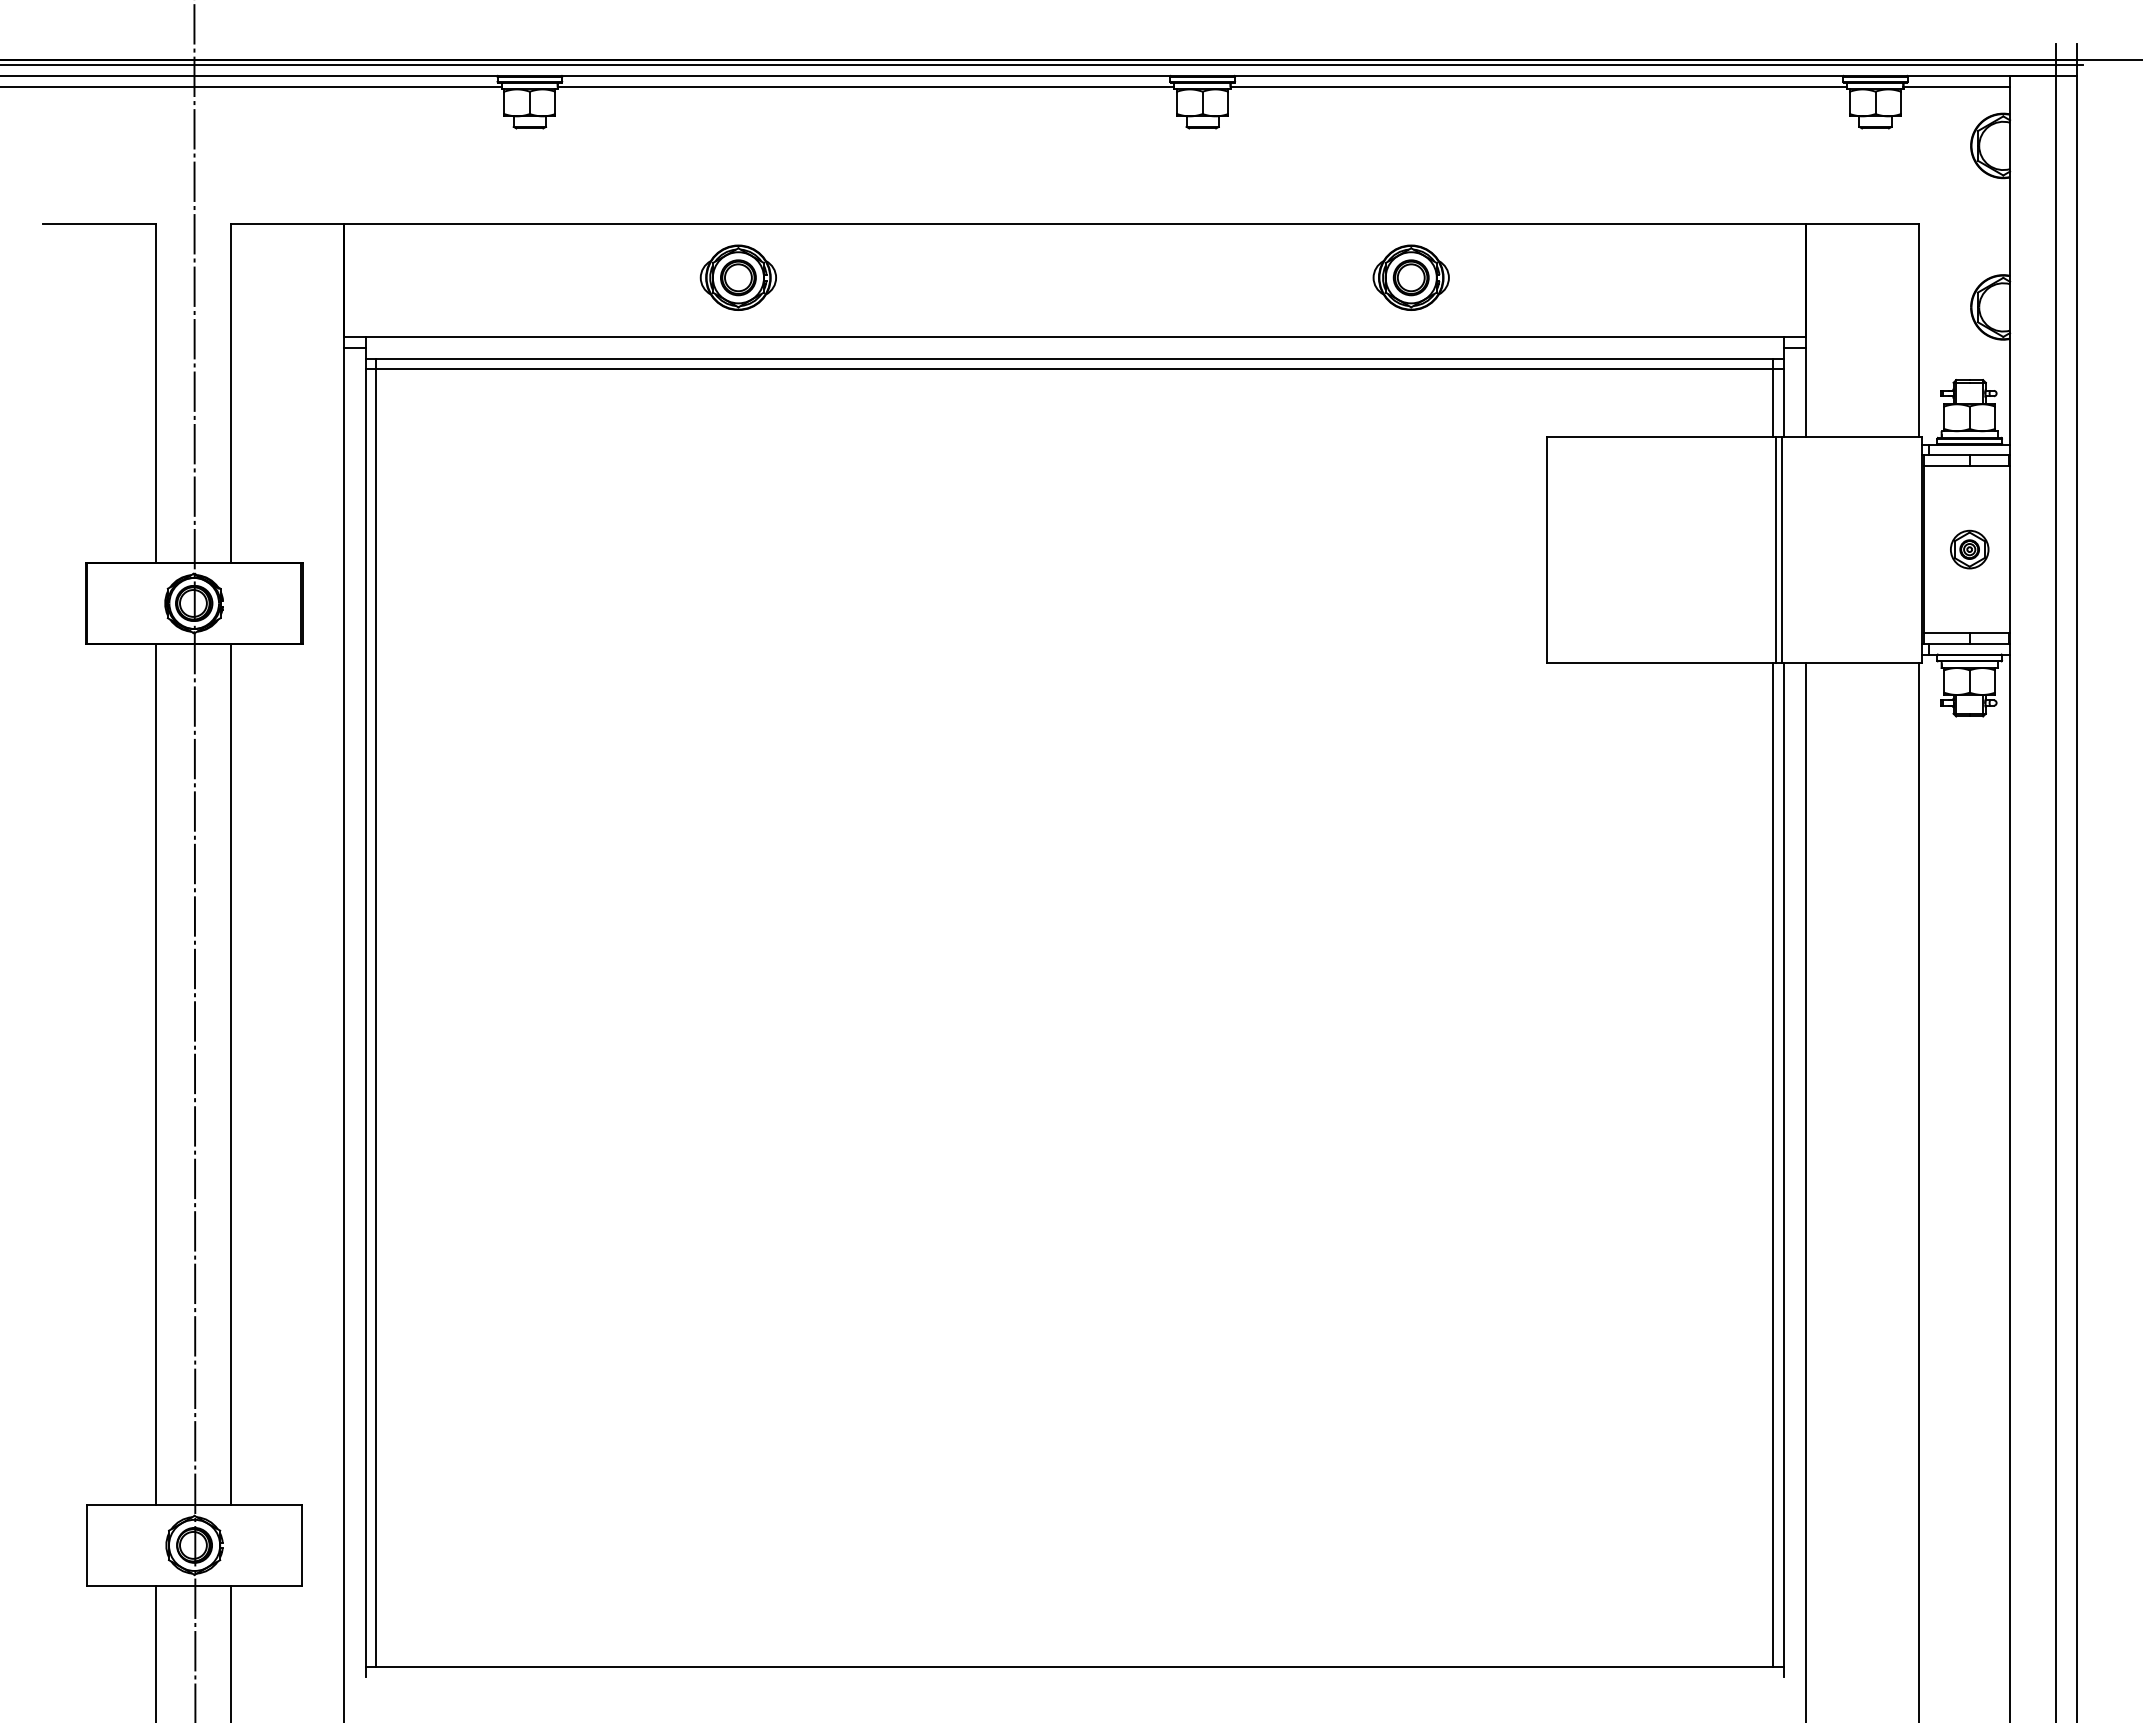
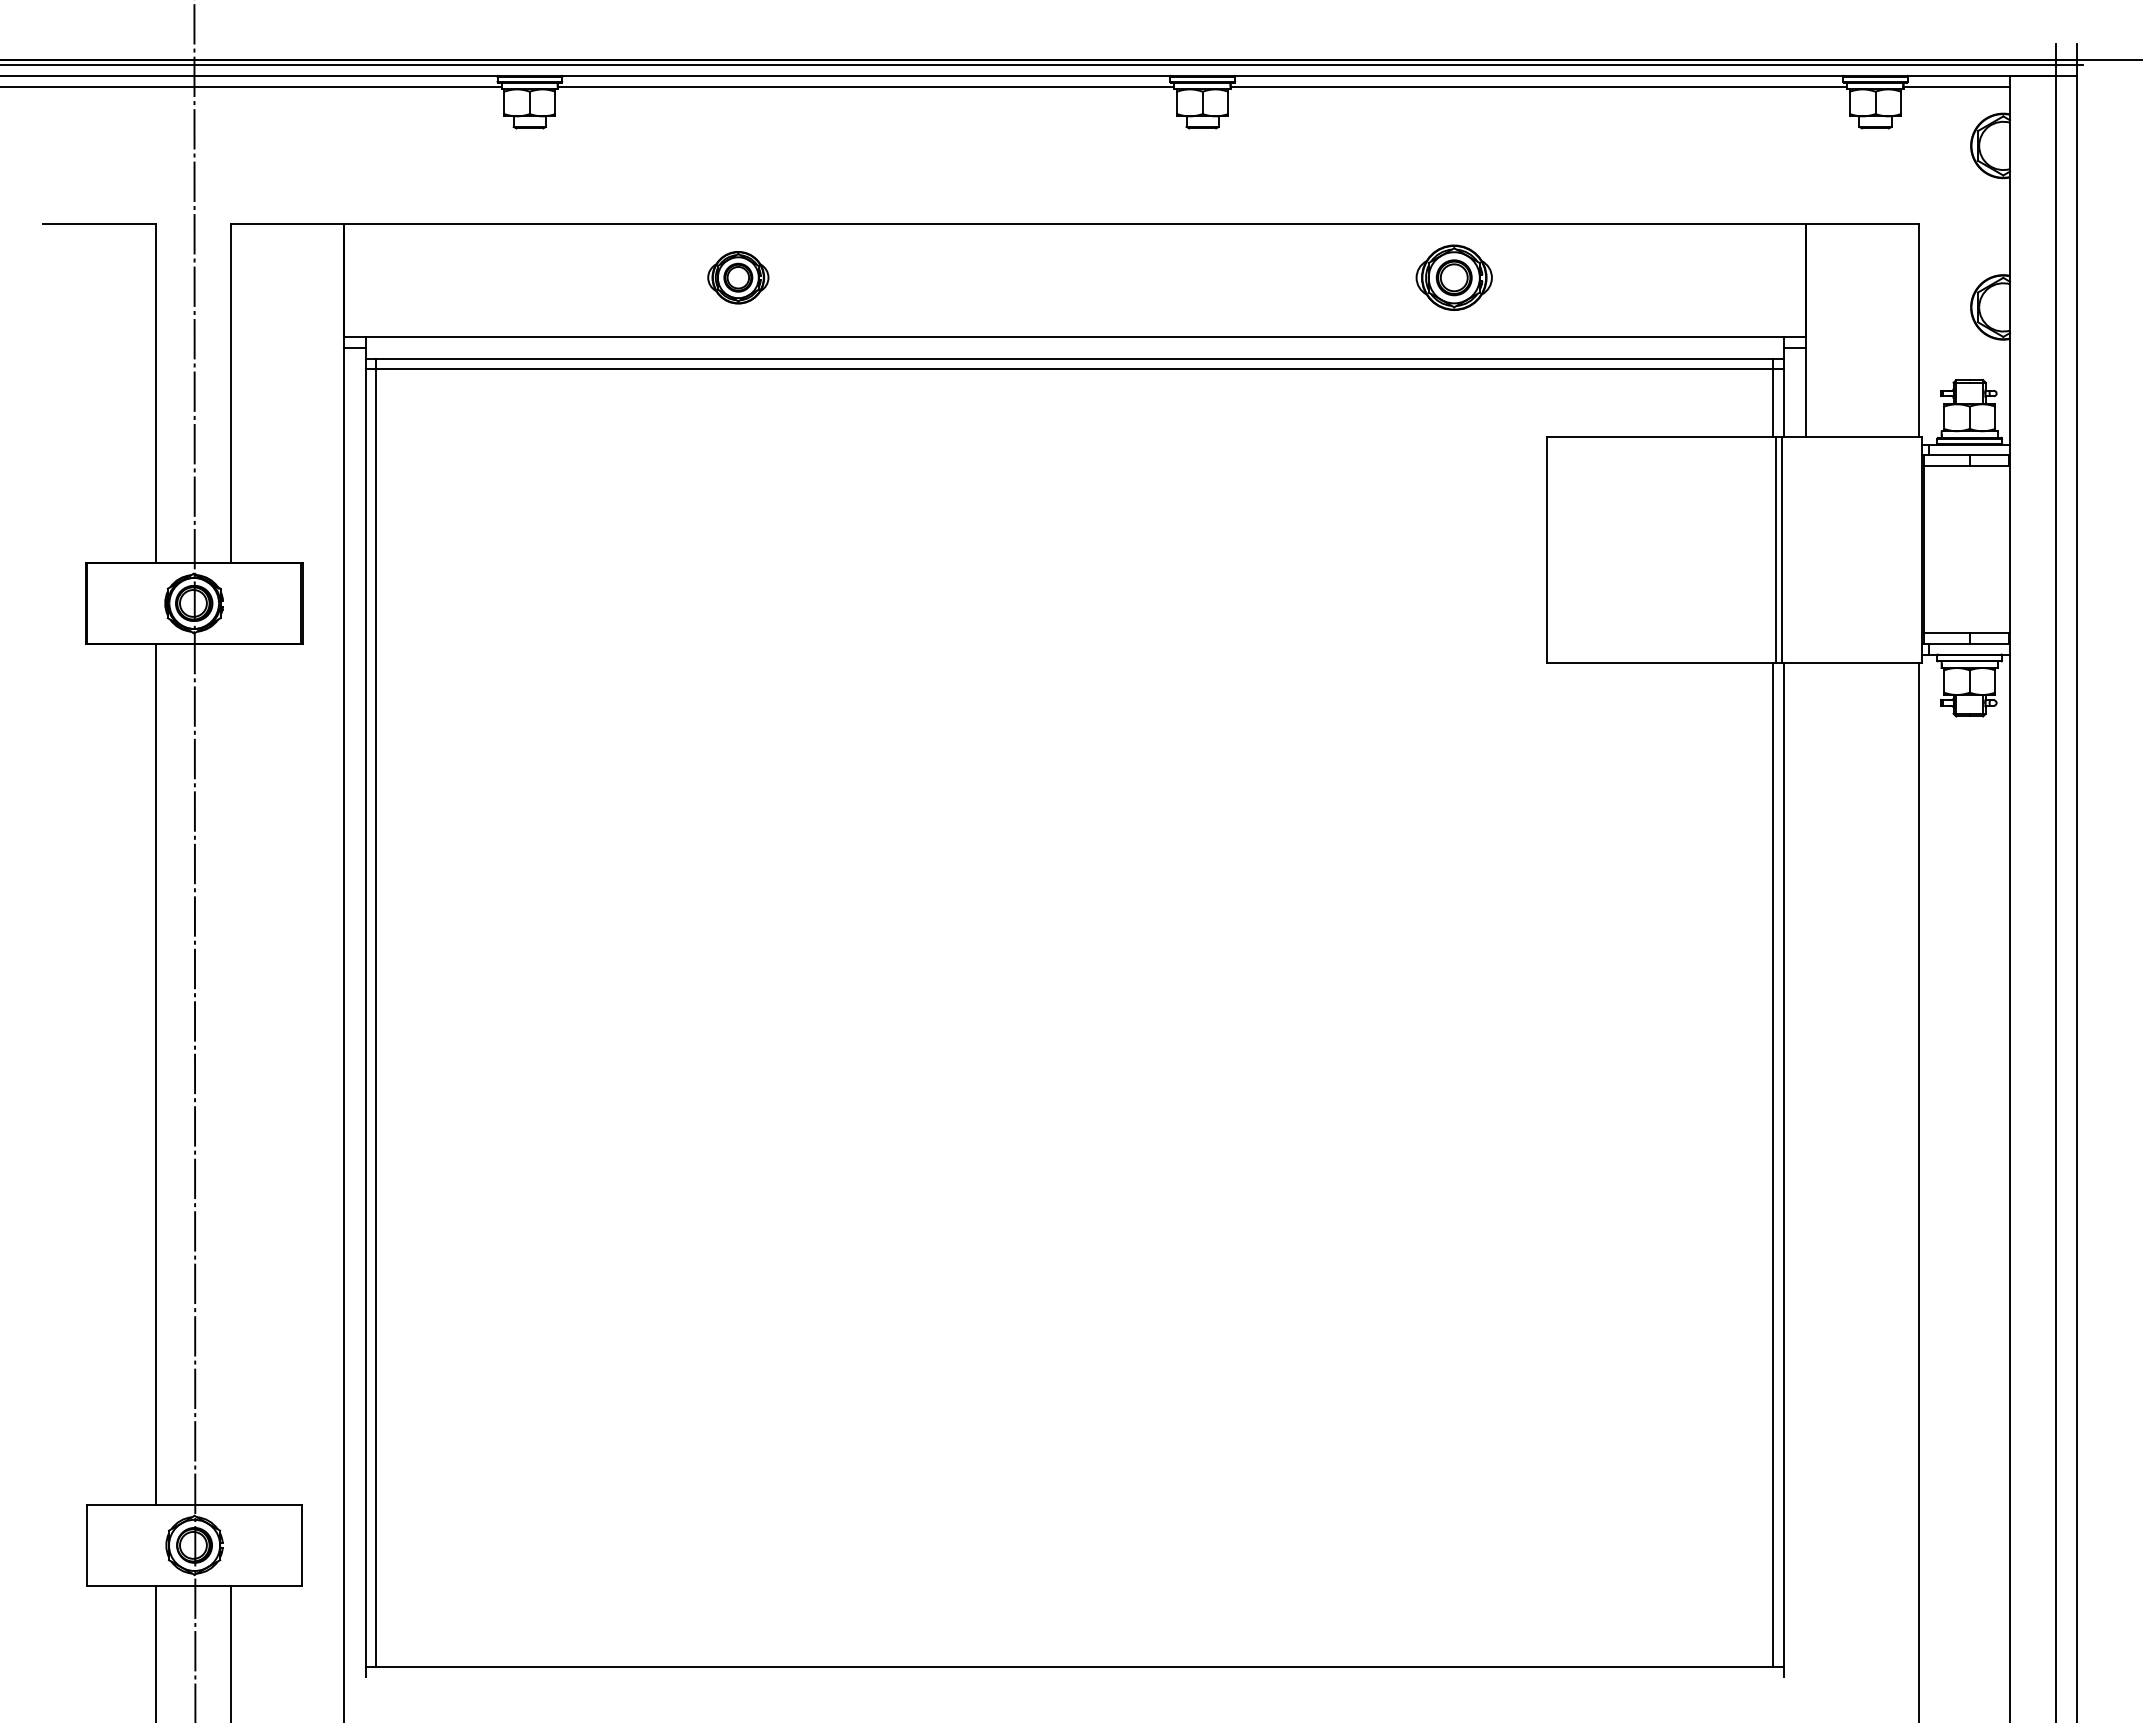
part at (737, 277) size: 78x67 px -> 63x54 px
part at (1410, 277) position: (1410, 277) -> (1453, 277)
part at (1969, 549): present -> none
line at (231, 1074): present -> none
line at (1805, 1190): present -> none
